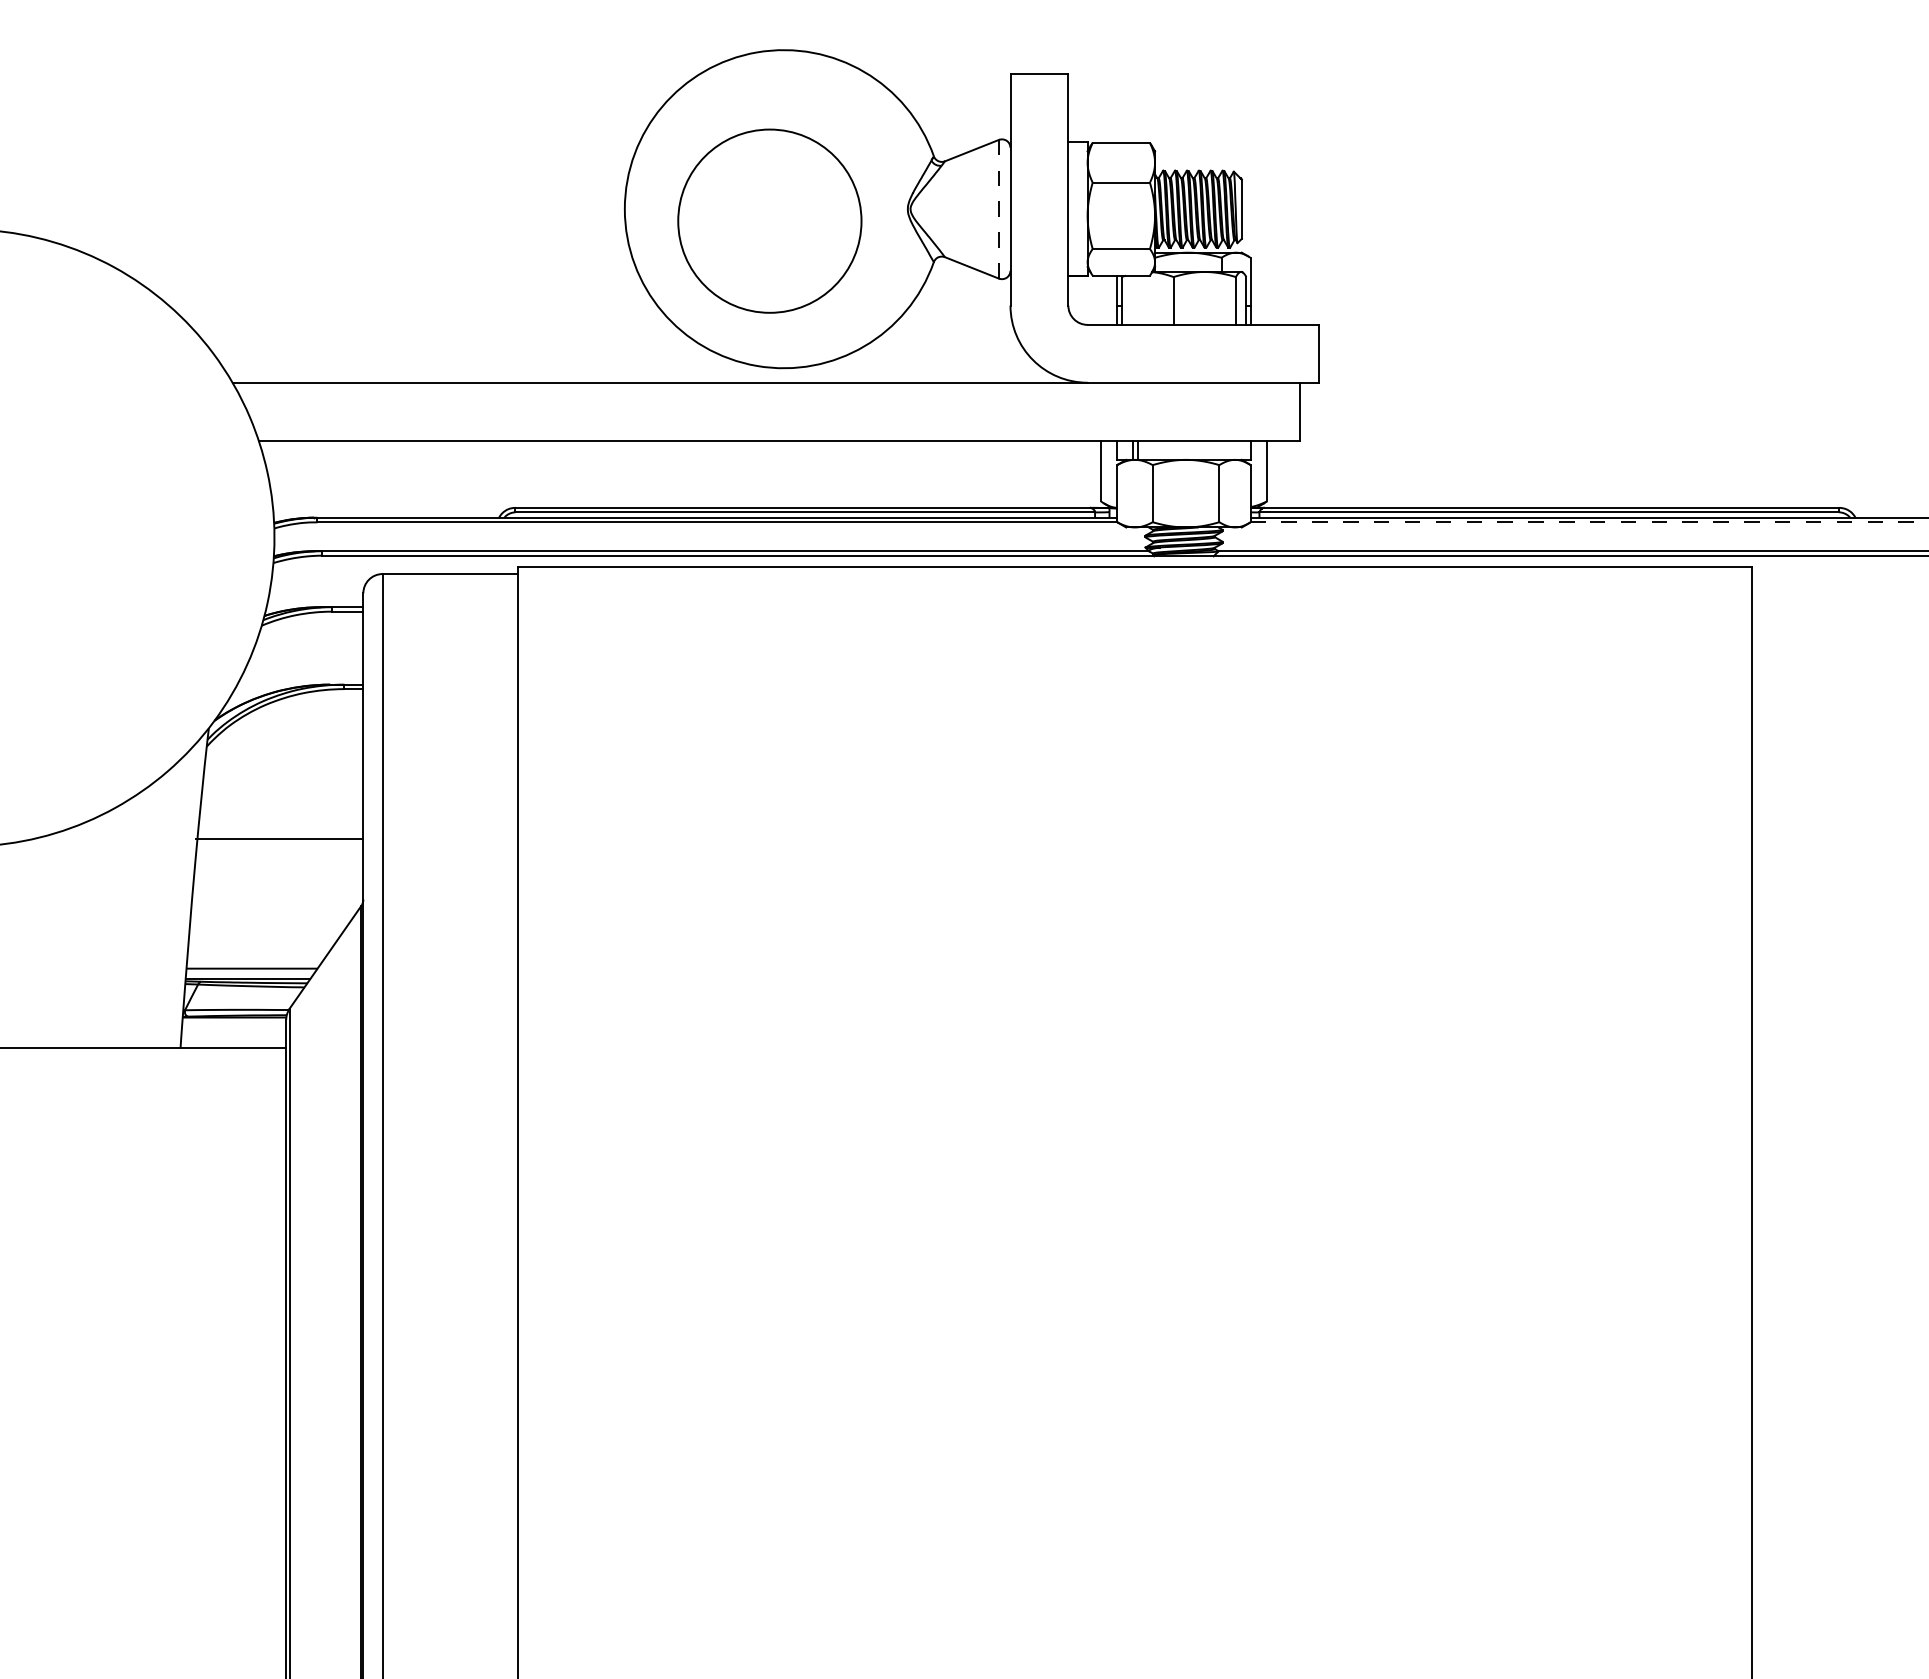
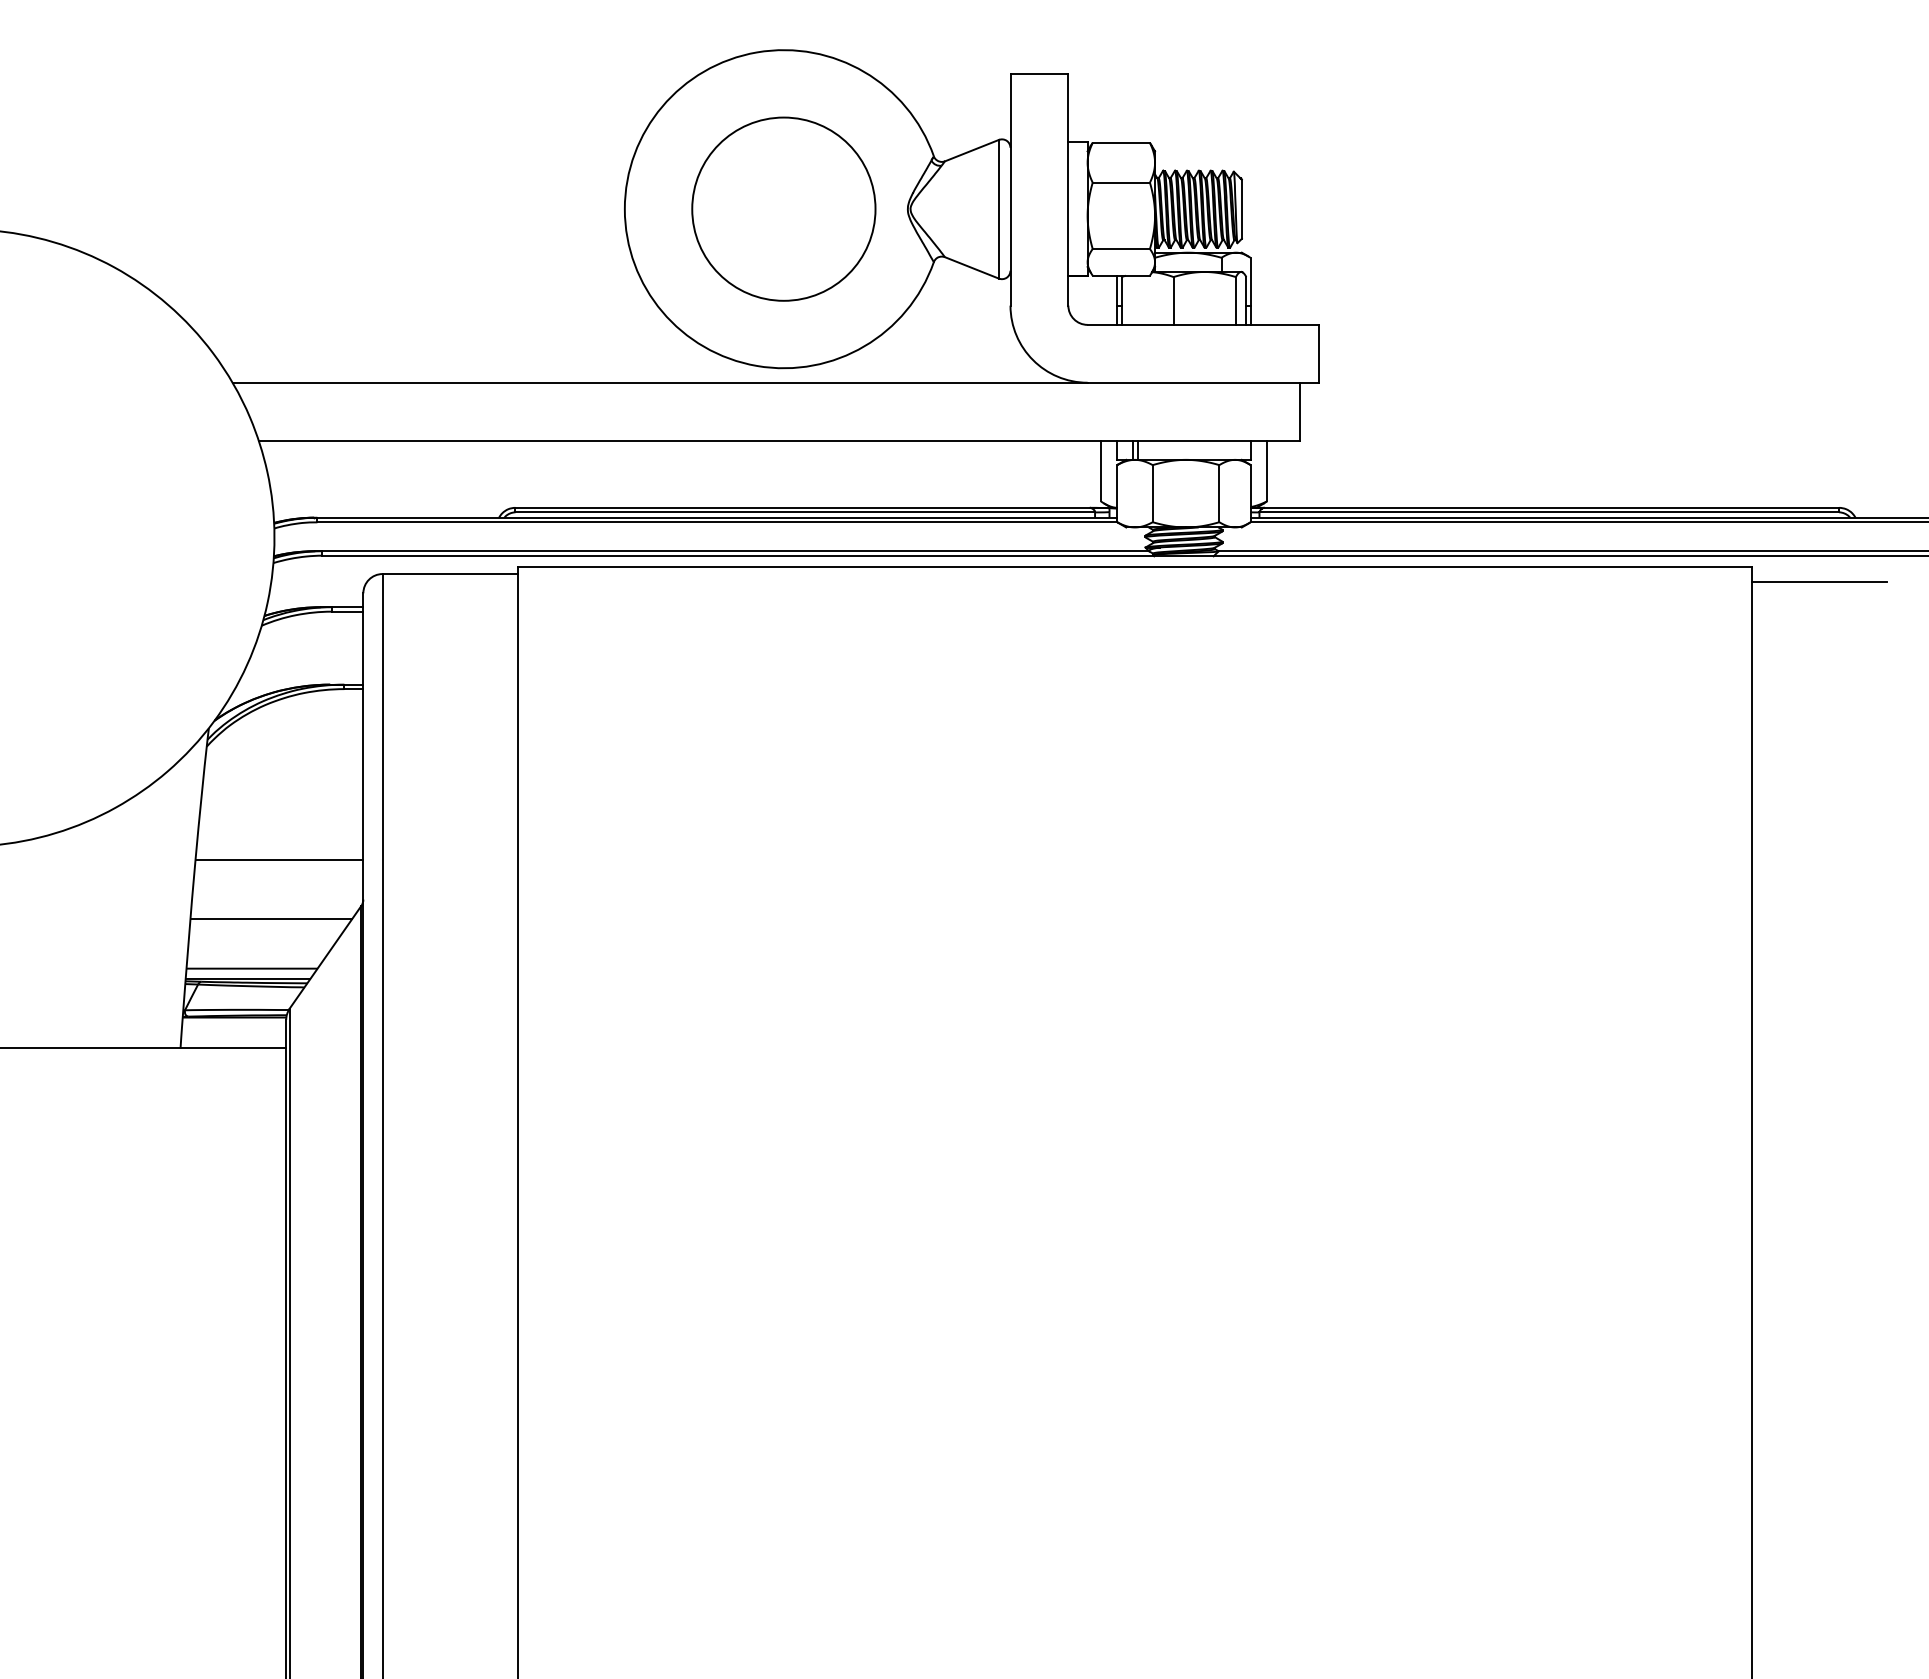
line at (998, 208): dashed -> solid
circle at (769, 220) position: (769, 220) -> (783, 208)
line at (1589, 522): dashed -> solid
line at (1818, 581): none -> present
line at (279, 839) position: (279, 839) -> (279, 860)
line at (271, 918): none -> present
